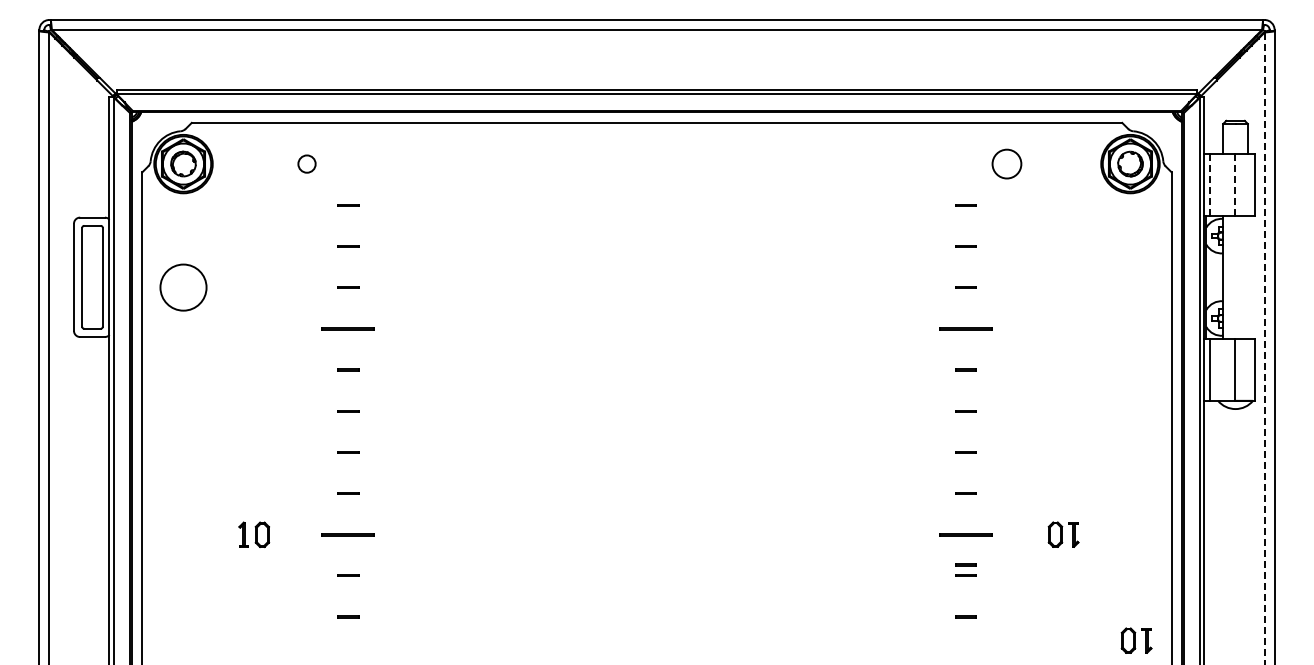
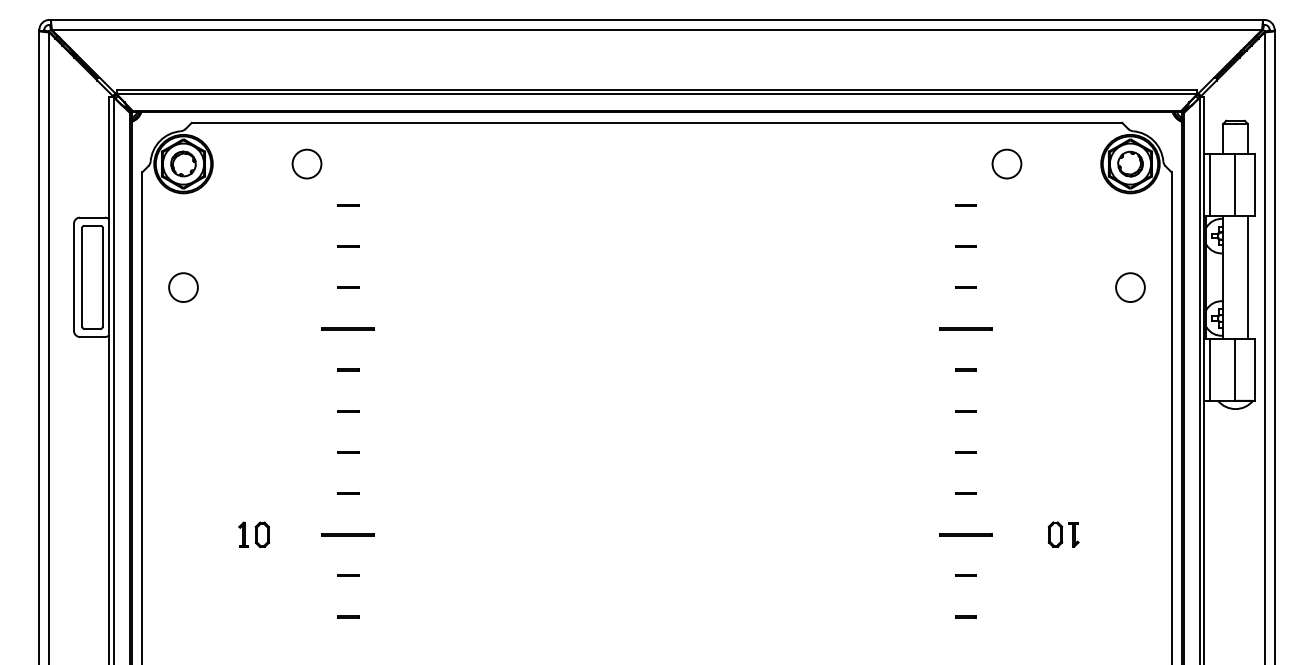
circle at (306, 163) diameter: 17 px -> 29 px
line at (1210, 184): dashed -> solid
line at (1235, 184): dashed -> solid
line at (1247, 277): none -> present
circle at (183, 287) diameter: 46 px -> 29 px
circle at (1130, 287): none -> present
line at (1264, 348): dashed -> solid
line at (965, 564): present -> none
part at (1136, 640): present -> none
